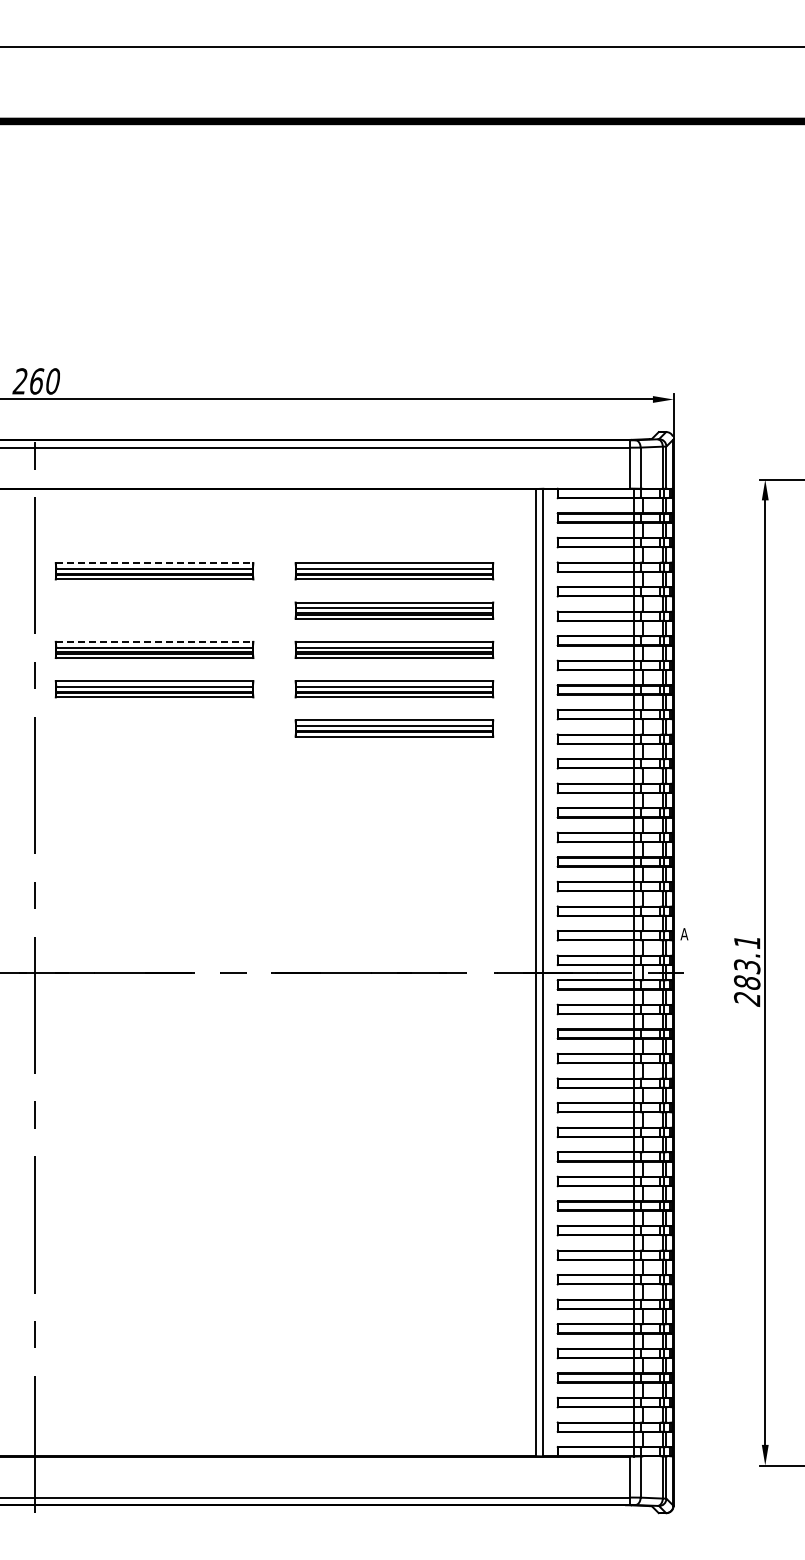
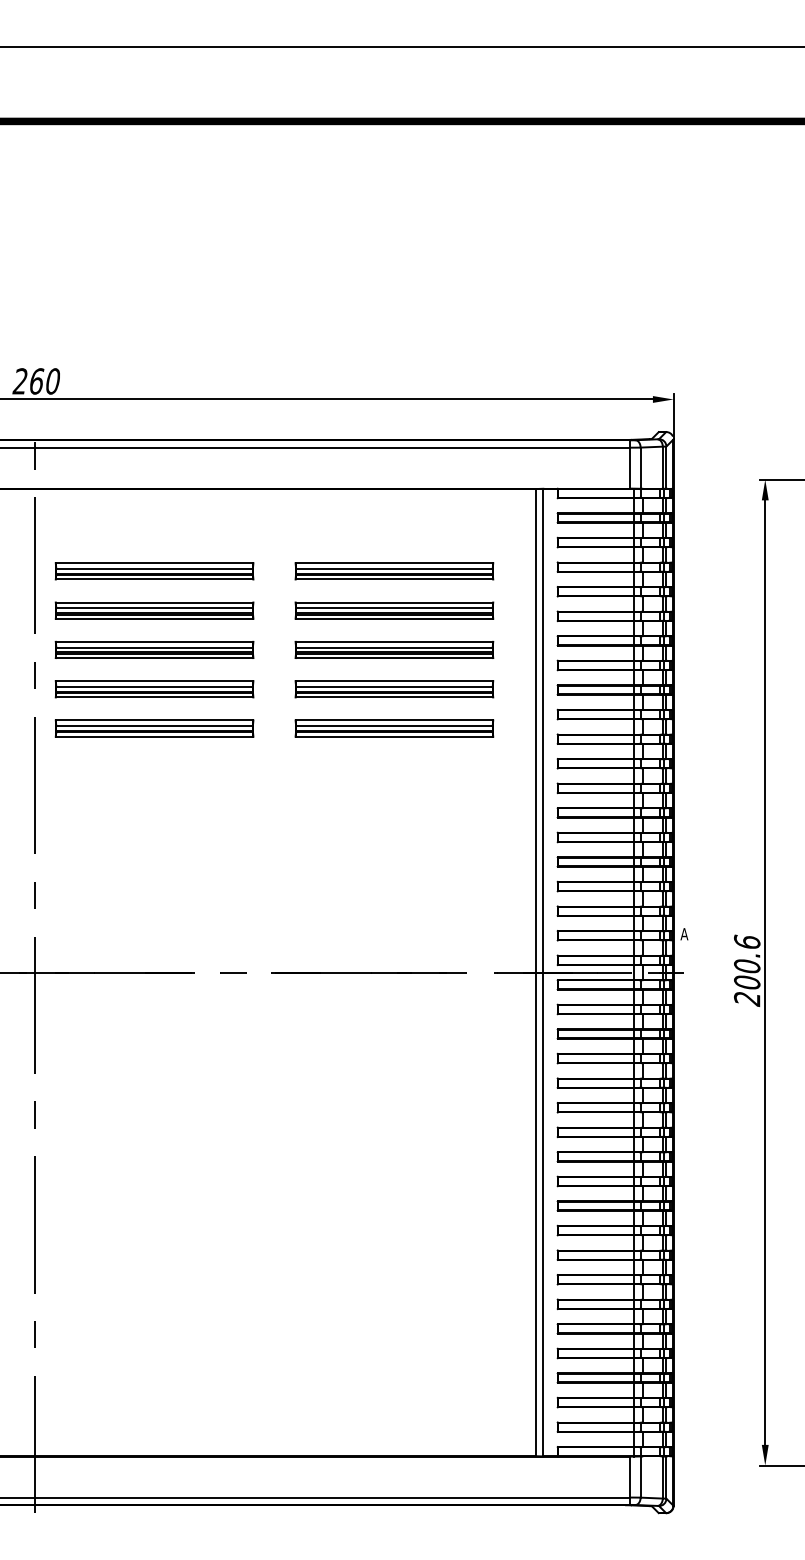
line at (154, 563): dashed -> solid
part at (154, 610): none -> present
line at (154, 641): dashed -> solid
part at (154, 728): none -> present
text at (747, 961): 283.1 -> 200.6
